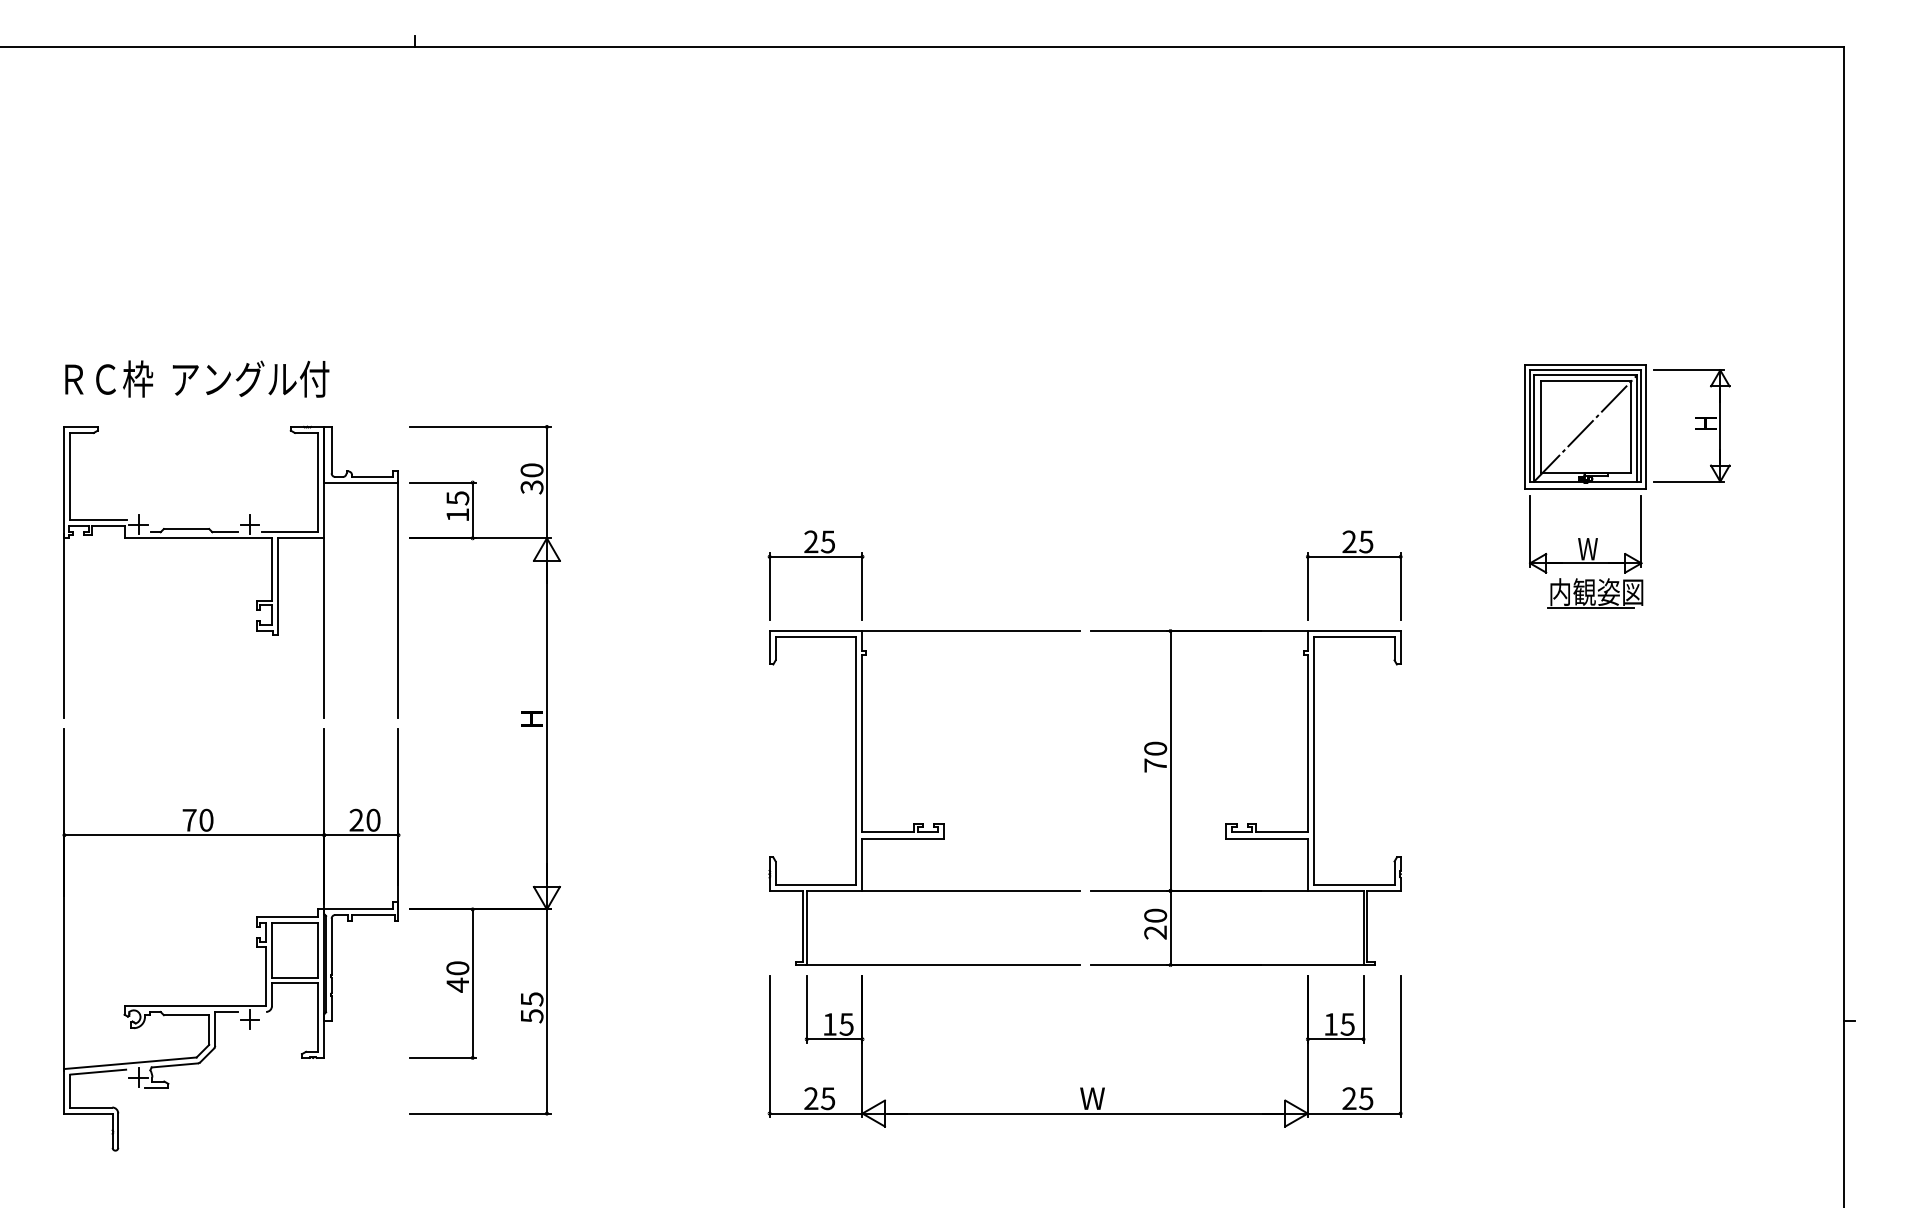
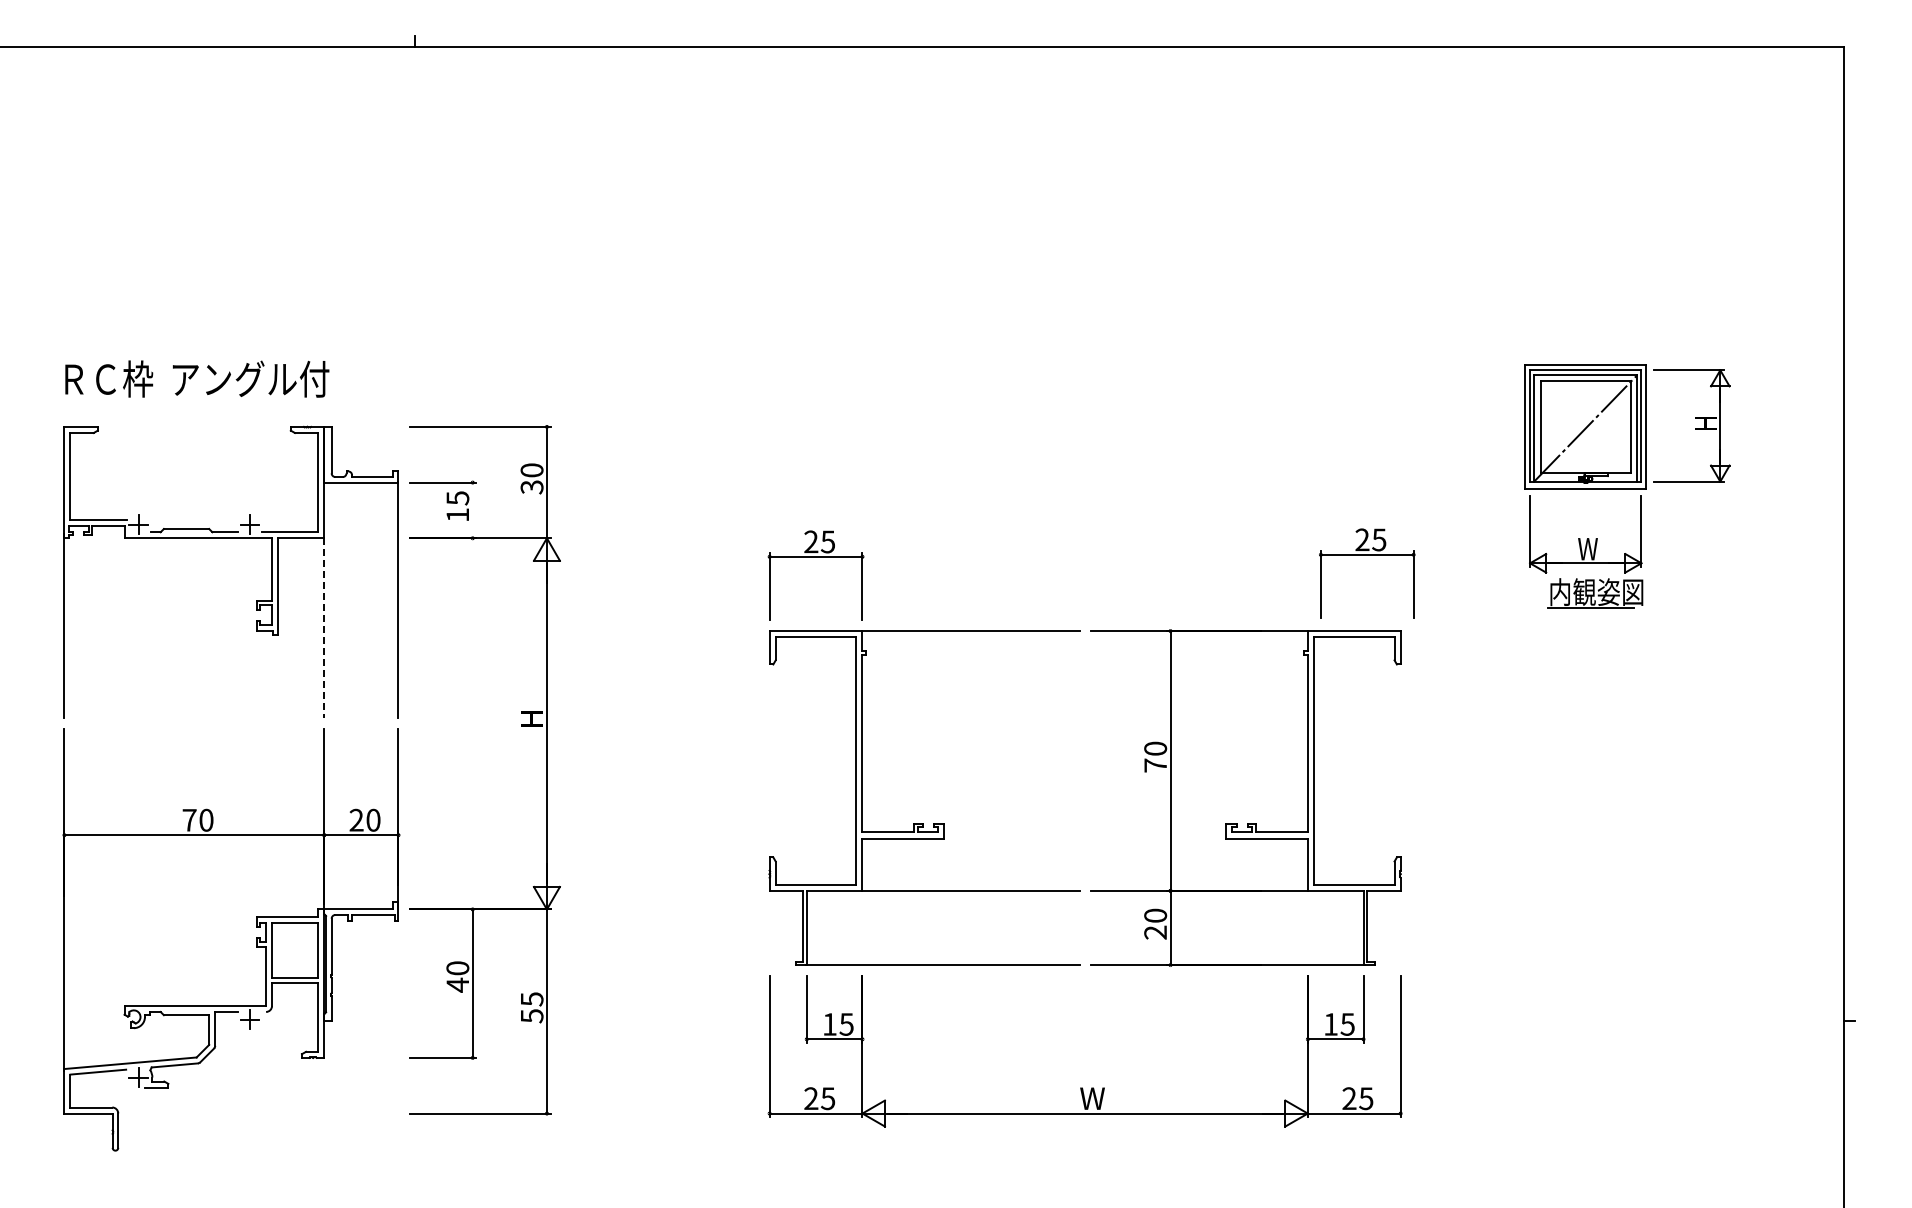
line at (472, 510): present -> none
part at (1354, 557) position: (1354, 557) -> (1367, 555)
line at (324, 628): solid -> dashed
